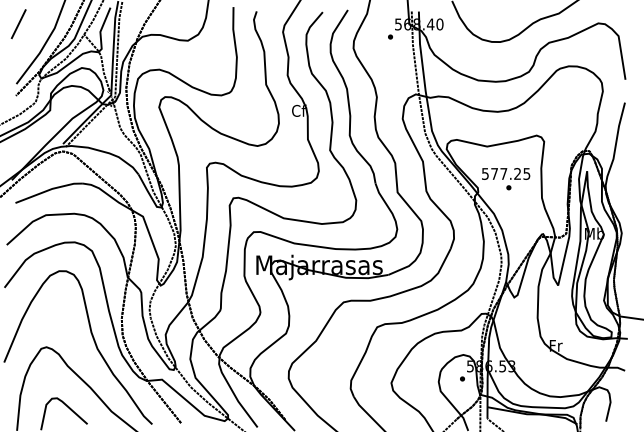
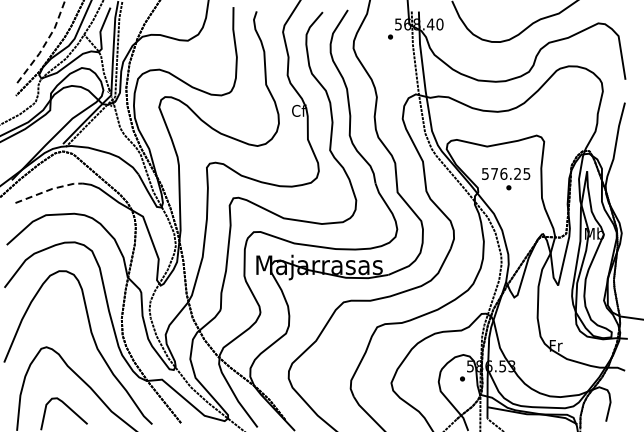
line at (18, 24): present -> none
line at (44, 44): solid -> dashed
text at (503, 173): 577.25 -> 576.25
line at (50, 189): solid -> dashed
